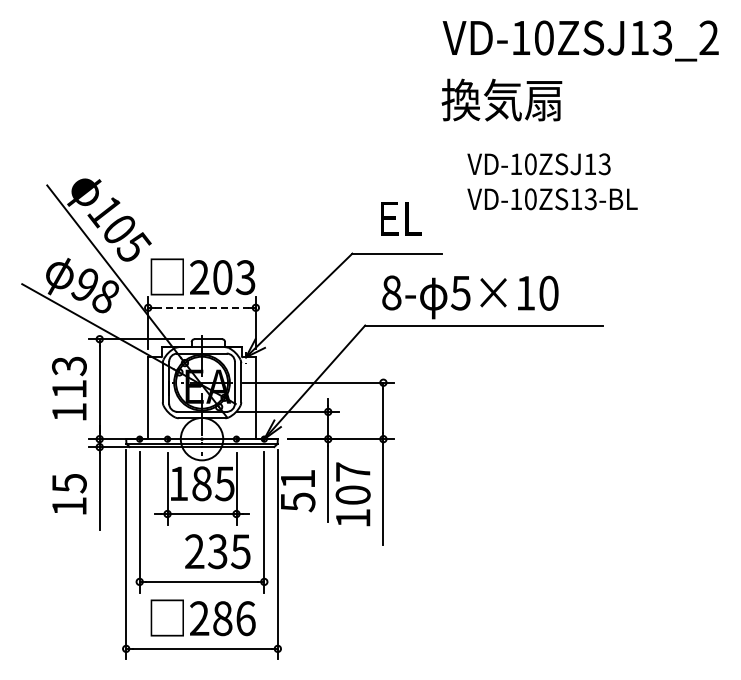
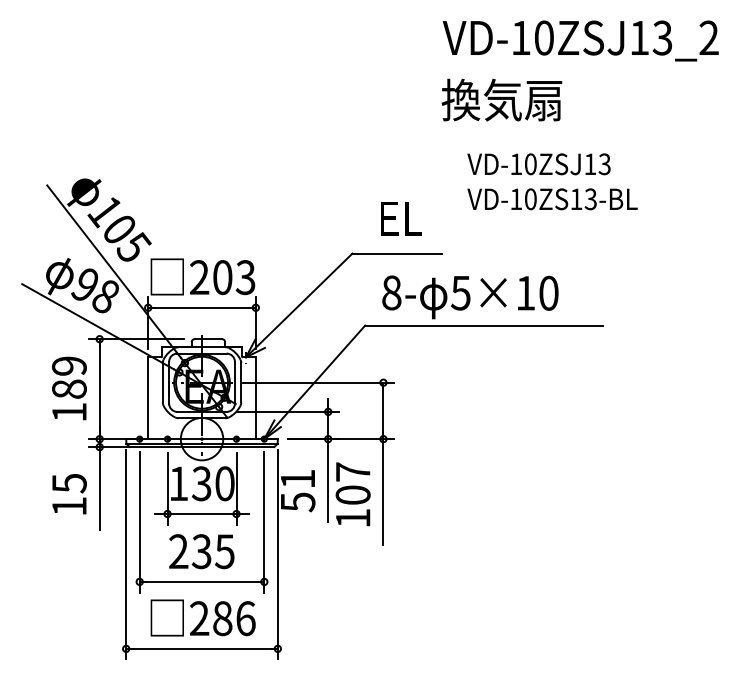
line at (202, 307): dashed -> solid
text at (69, 377): 113 -> 189
text at (212, 483): 185 -> 130
text at (217, 551) position: (217, 551) -> (201, 551)
